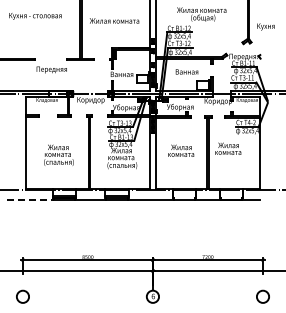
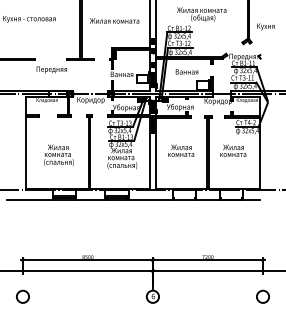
text at (35, 16) position: (35, 16) -> (29, 19)
text at (228, 148) position: (228, 148) -> (233, 150)
line at (30, 199): dashed -> solid
